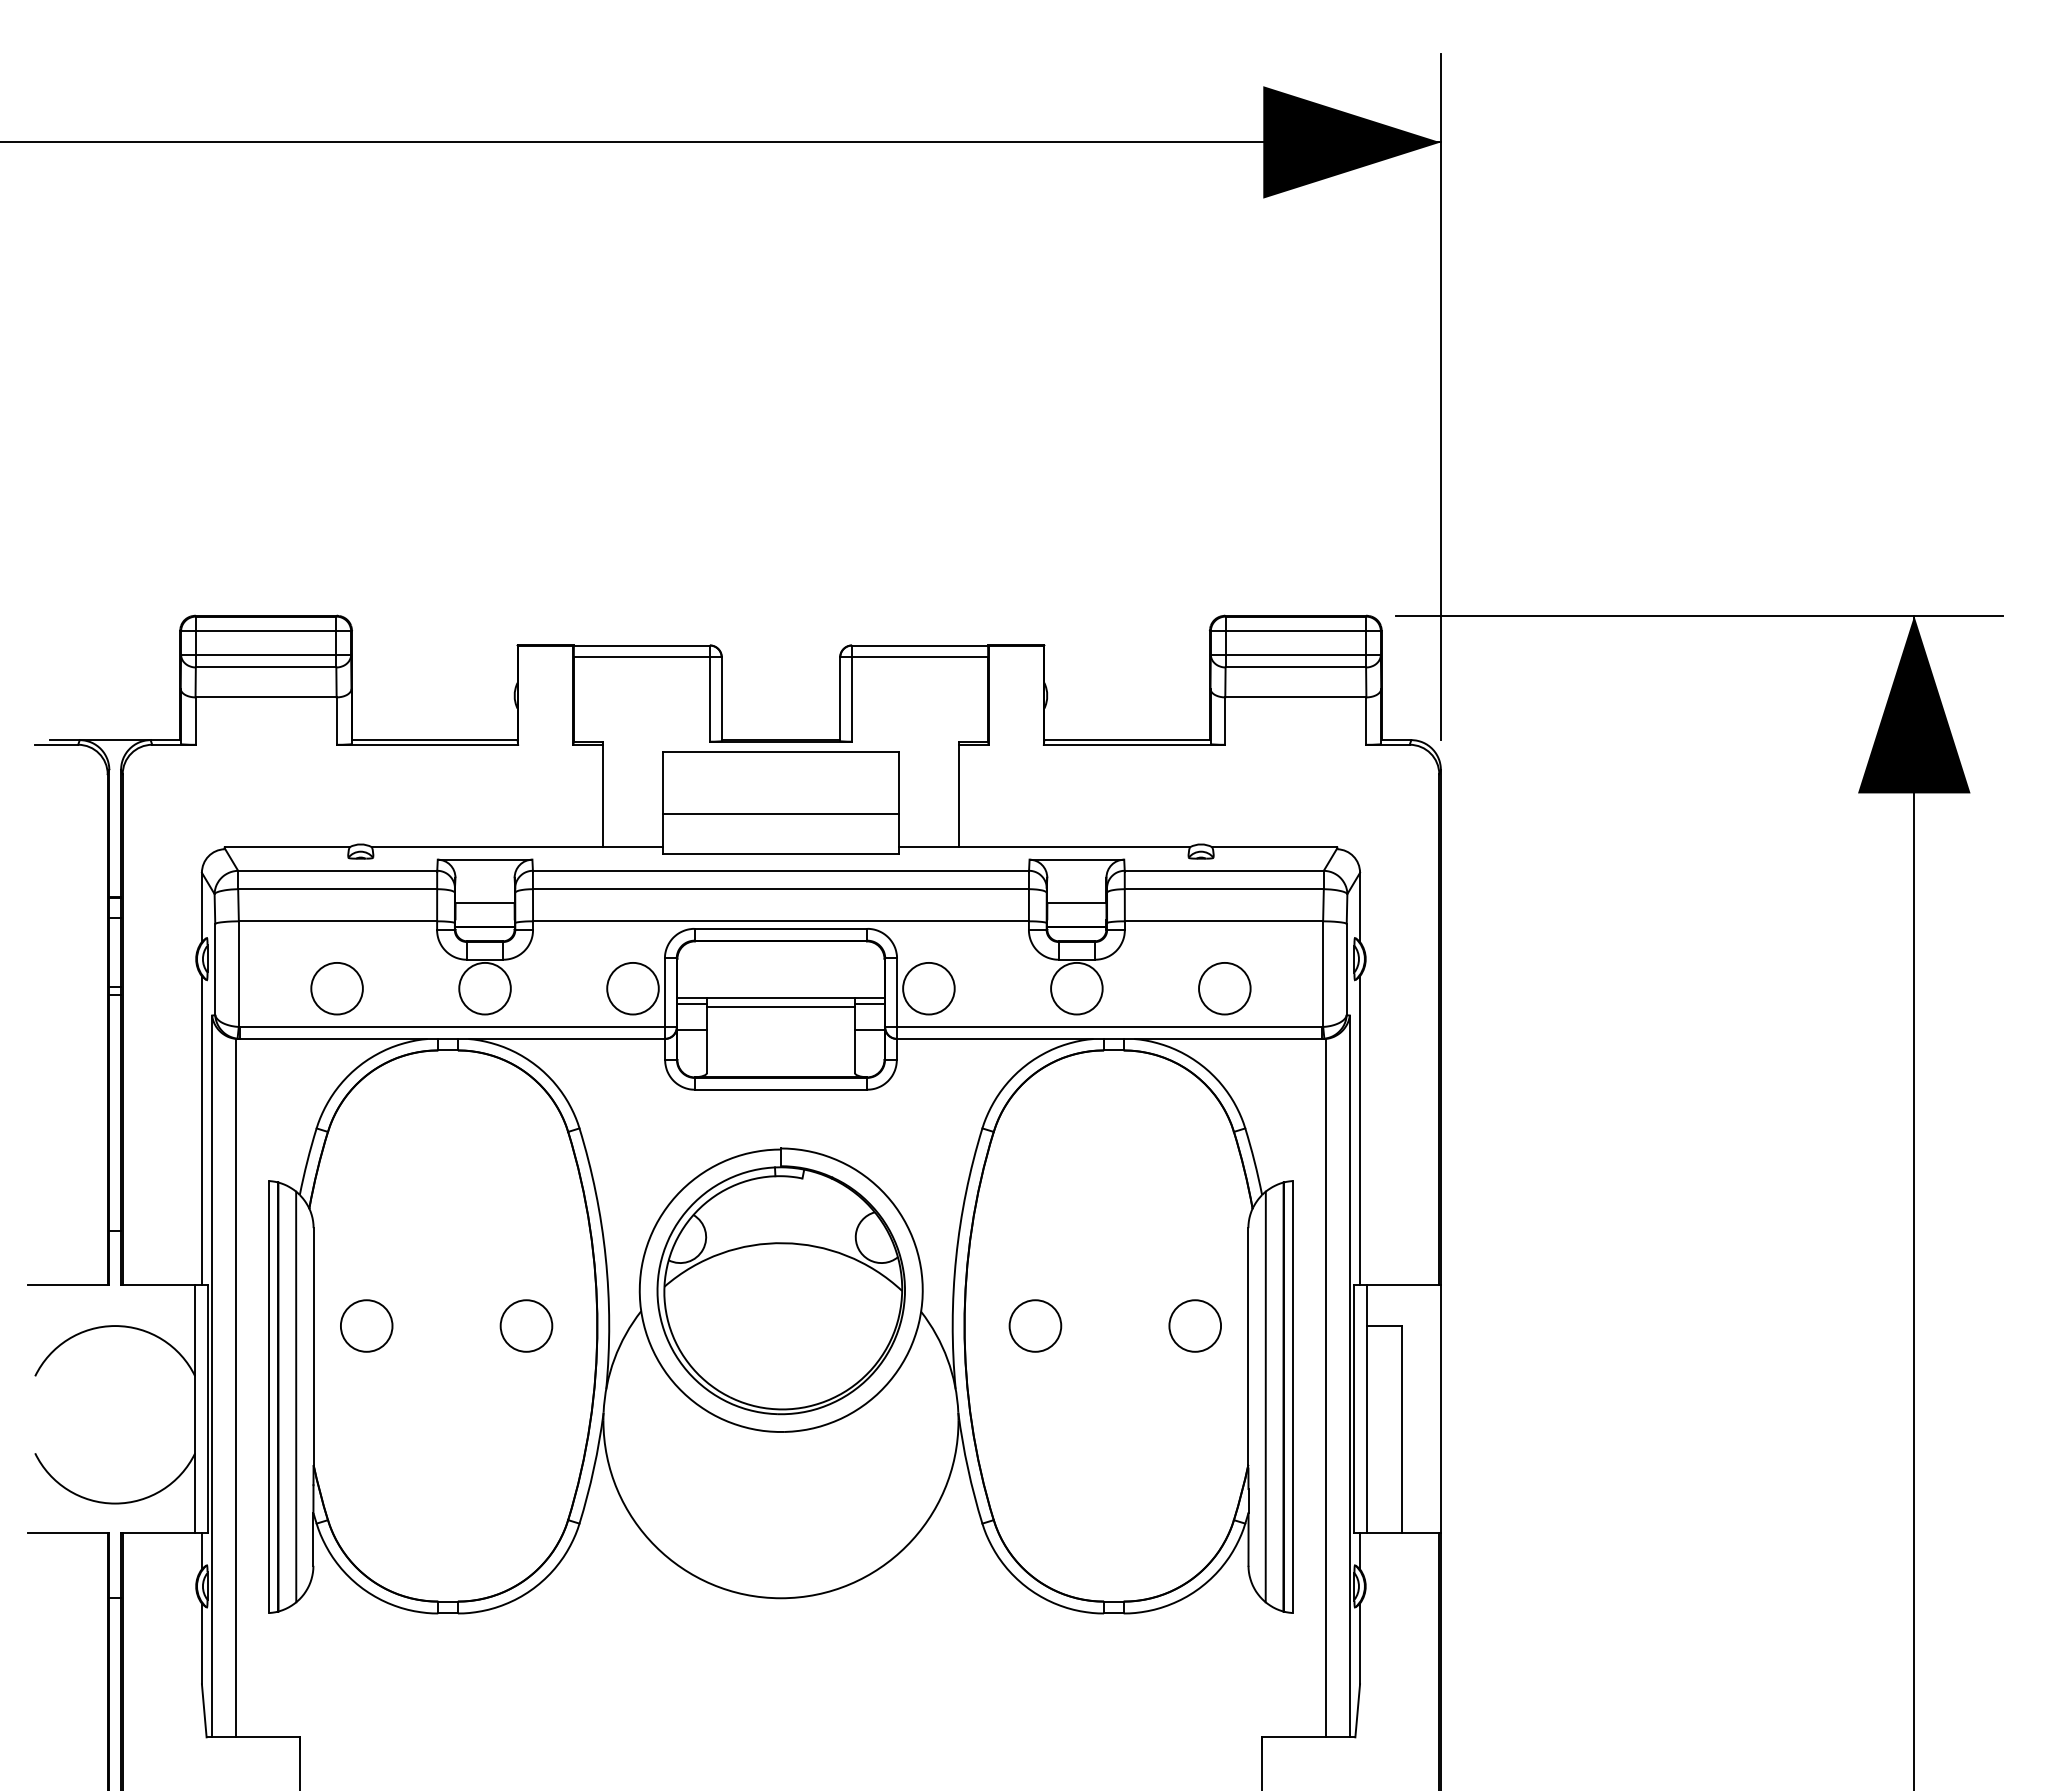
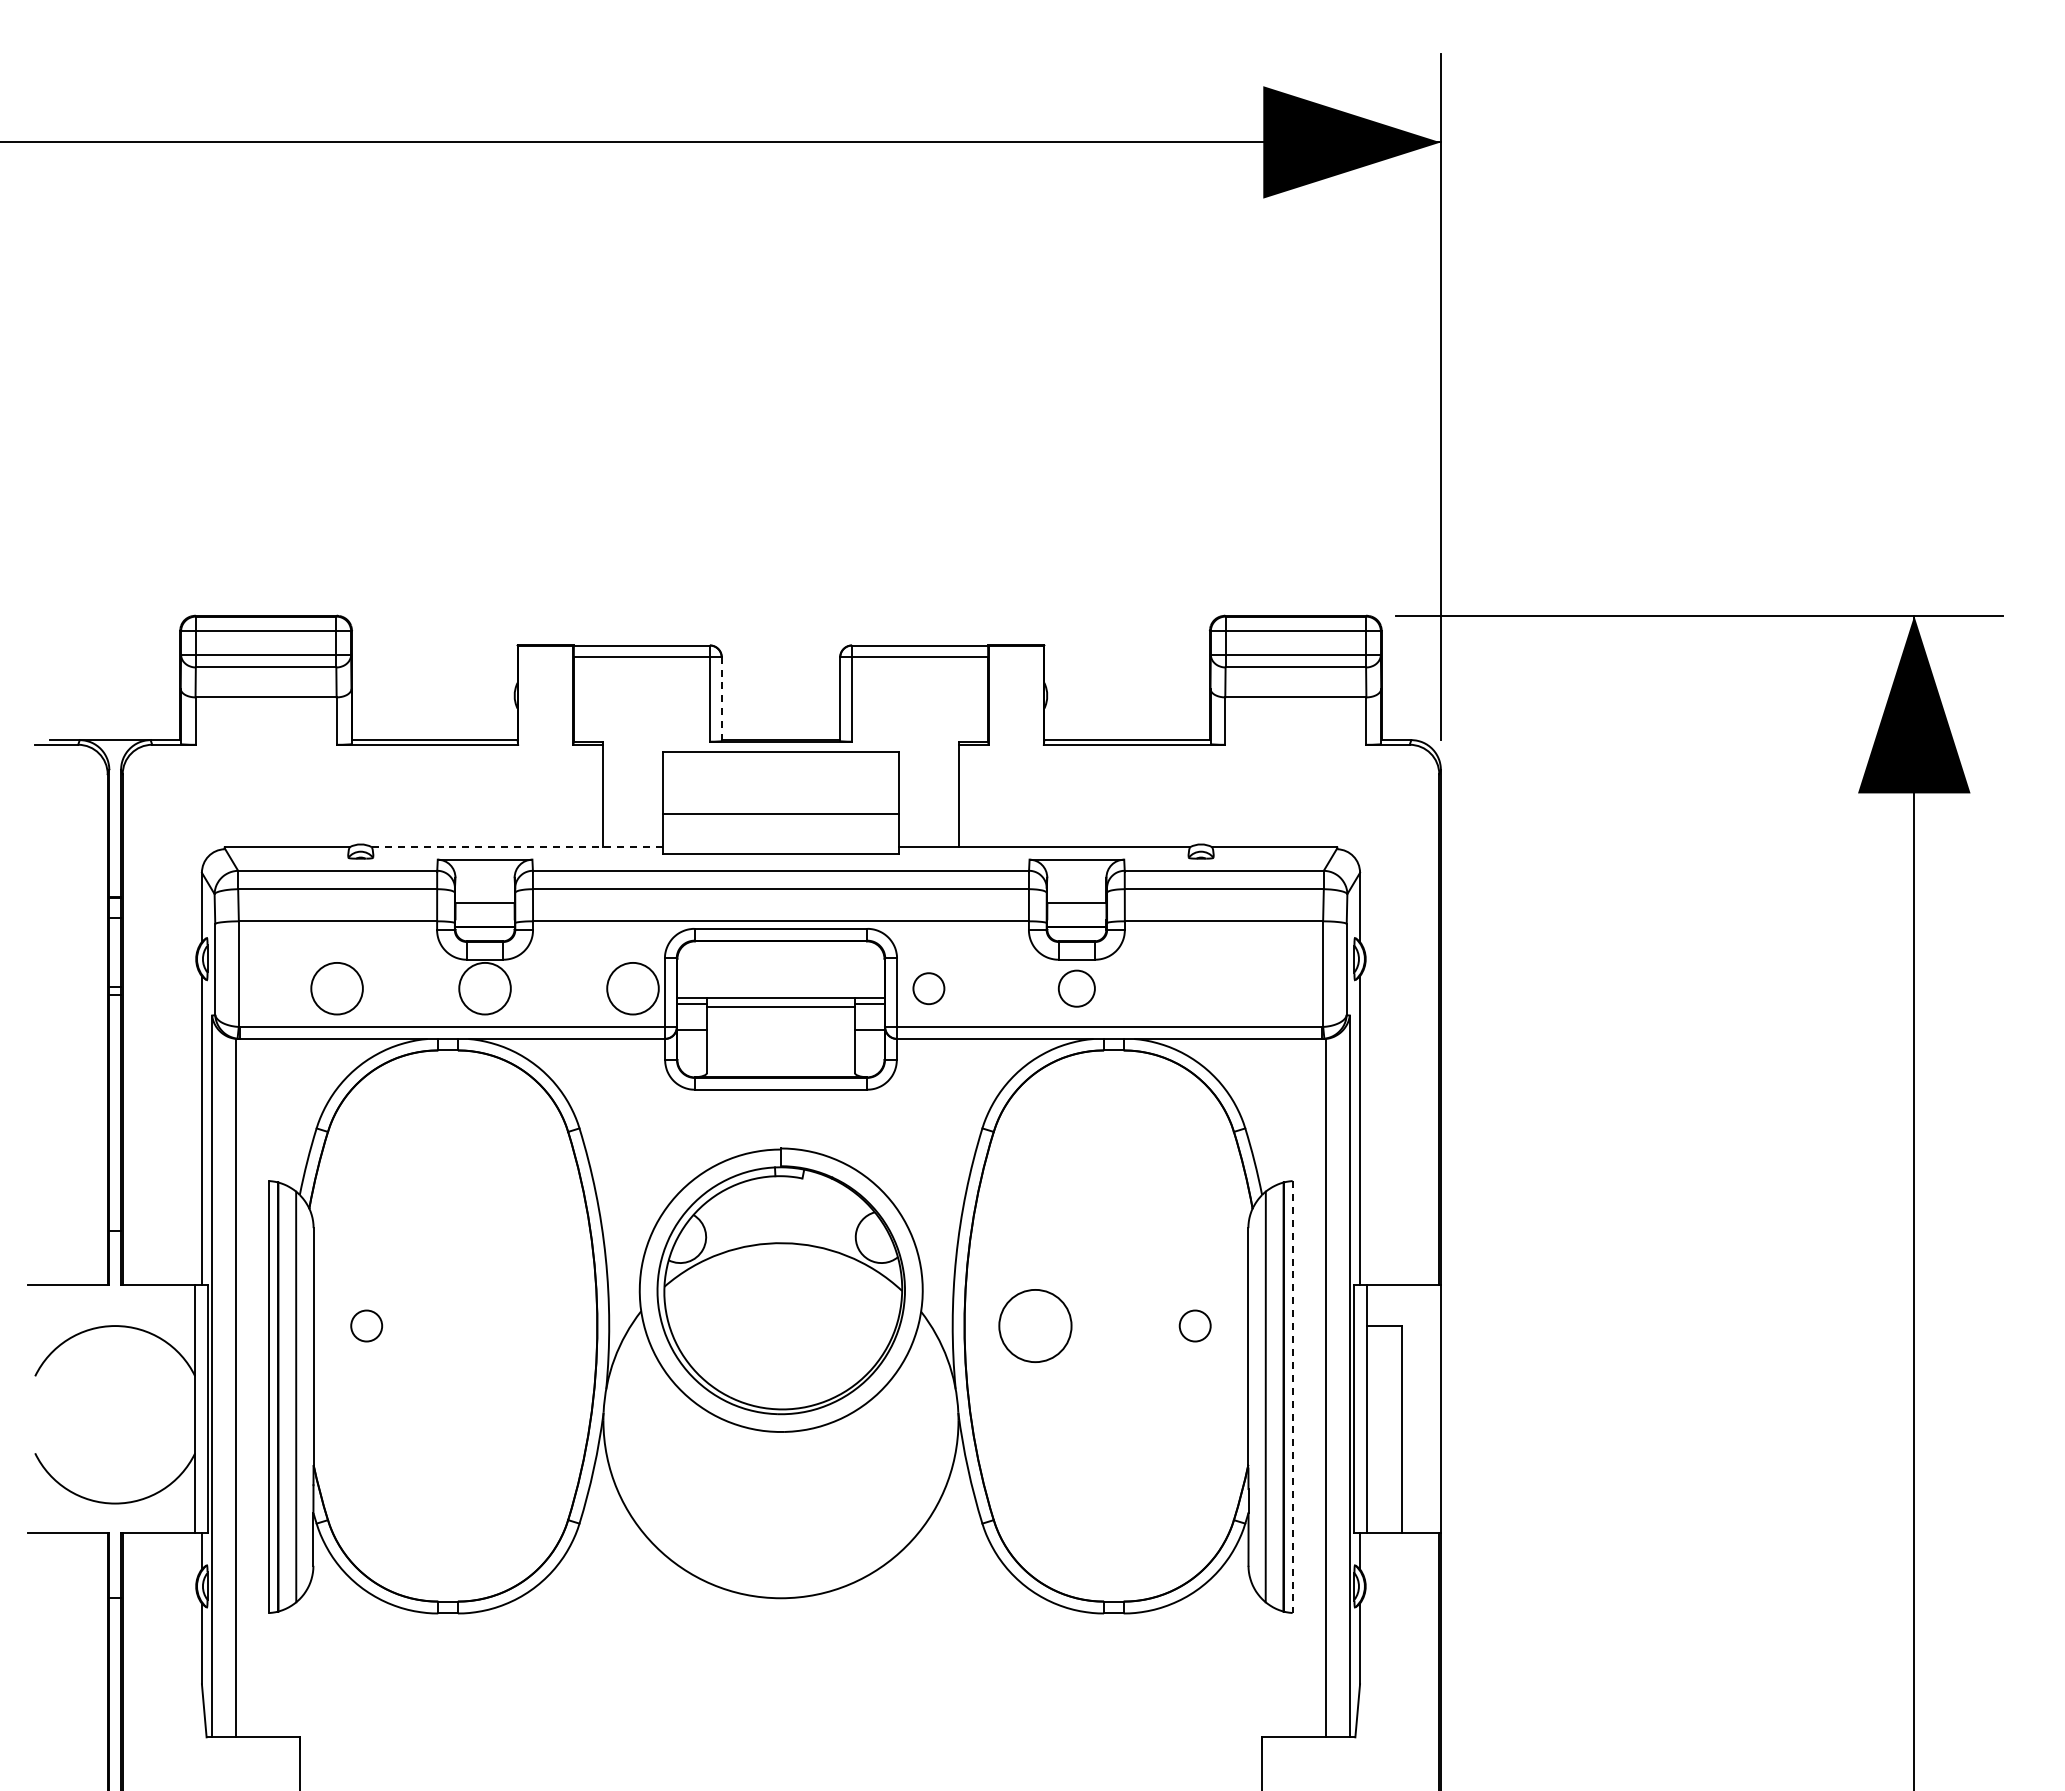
line at (721, 699): solid -> dashed
line at (517, 847): solid -> dashed
circle at (928, 988) diameter: 52 px -> 31 px
circle at (1076, 988) diameter: 52 px -> 36 px
circle at (1224, 988): present -> none
circle at (366, 1325) diameter: 52 px -> 31 px
circle at (526, 1325): present -> none
circle at (1035, 1325) diameter: 52 px -> 72 px
circle at (1195, 1325) diameter: 52 px -> 31 px
line at (1292, 1397): solid -> dashed
